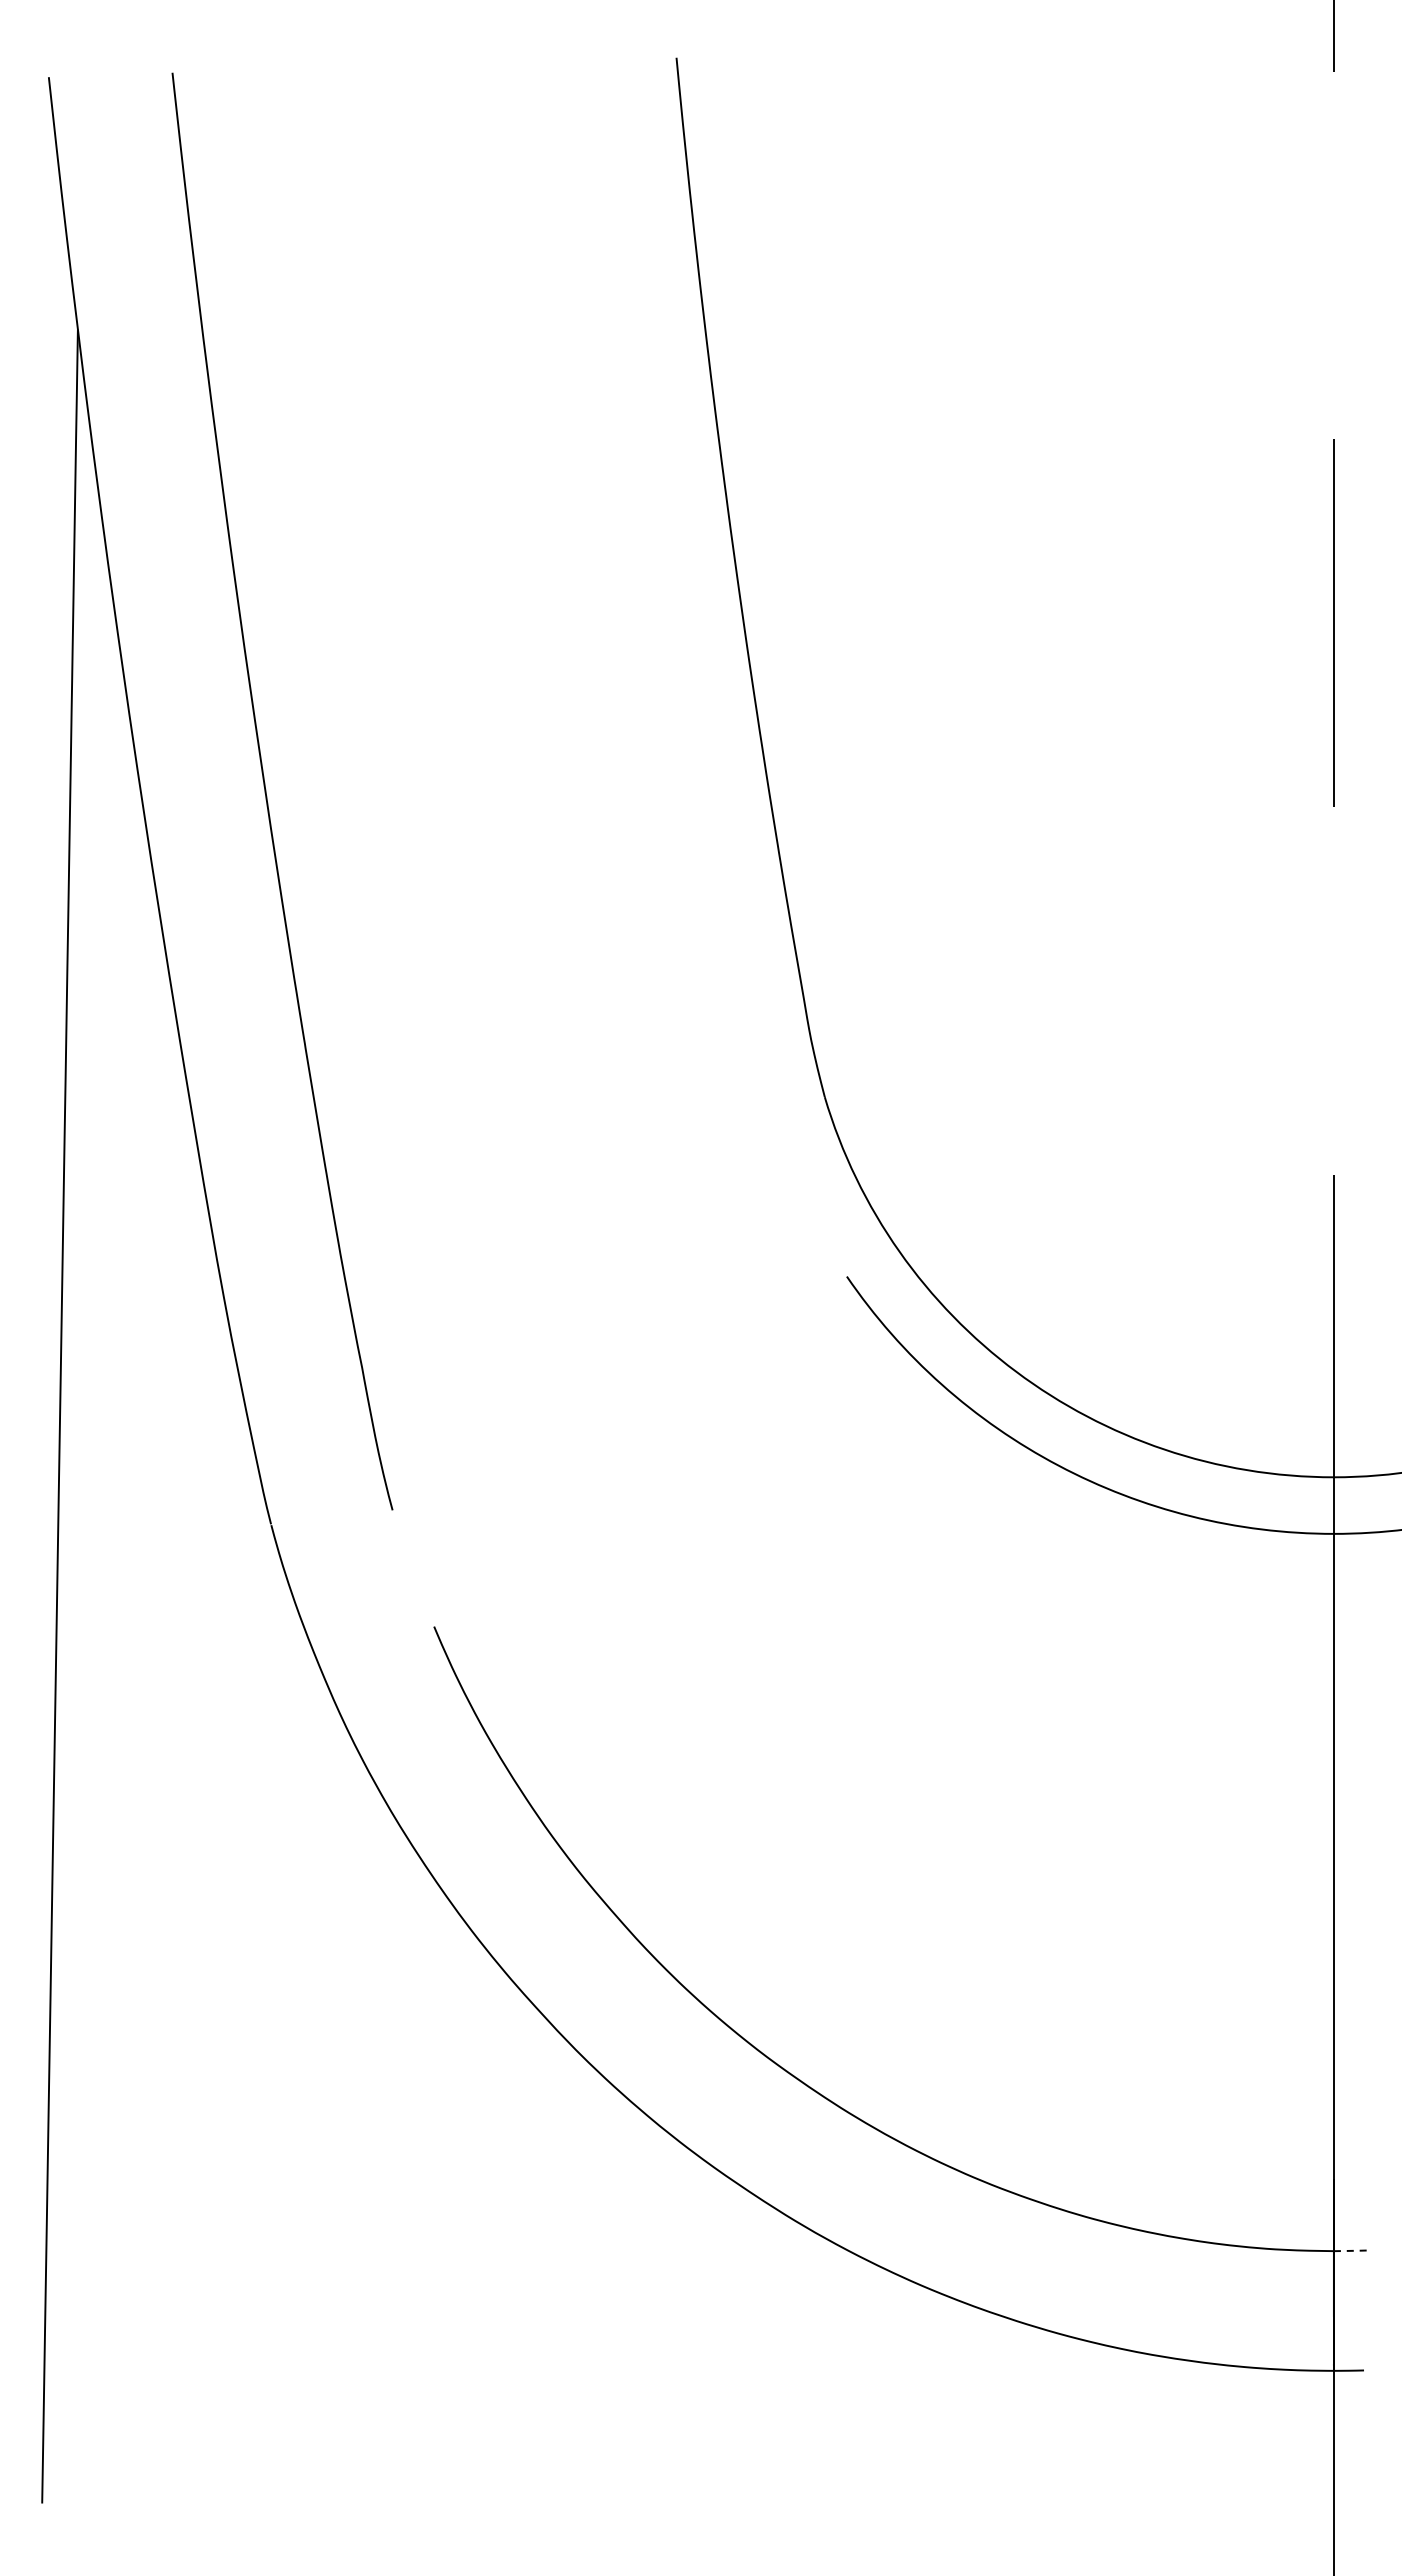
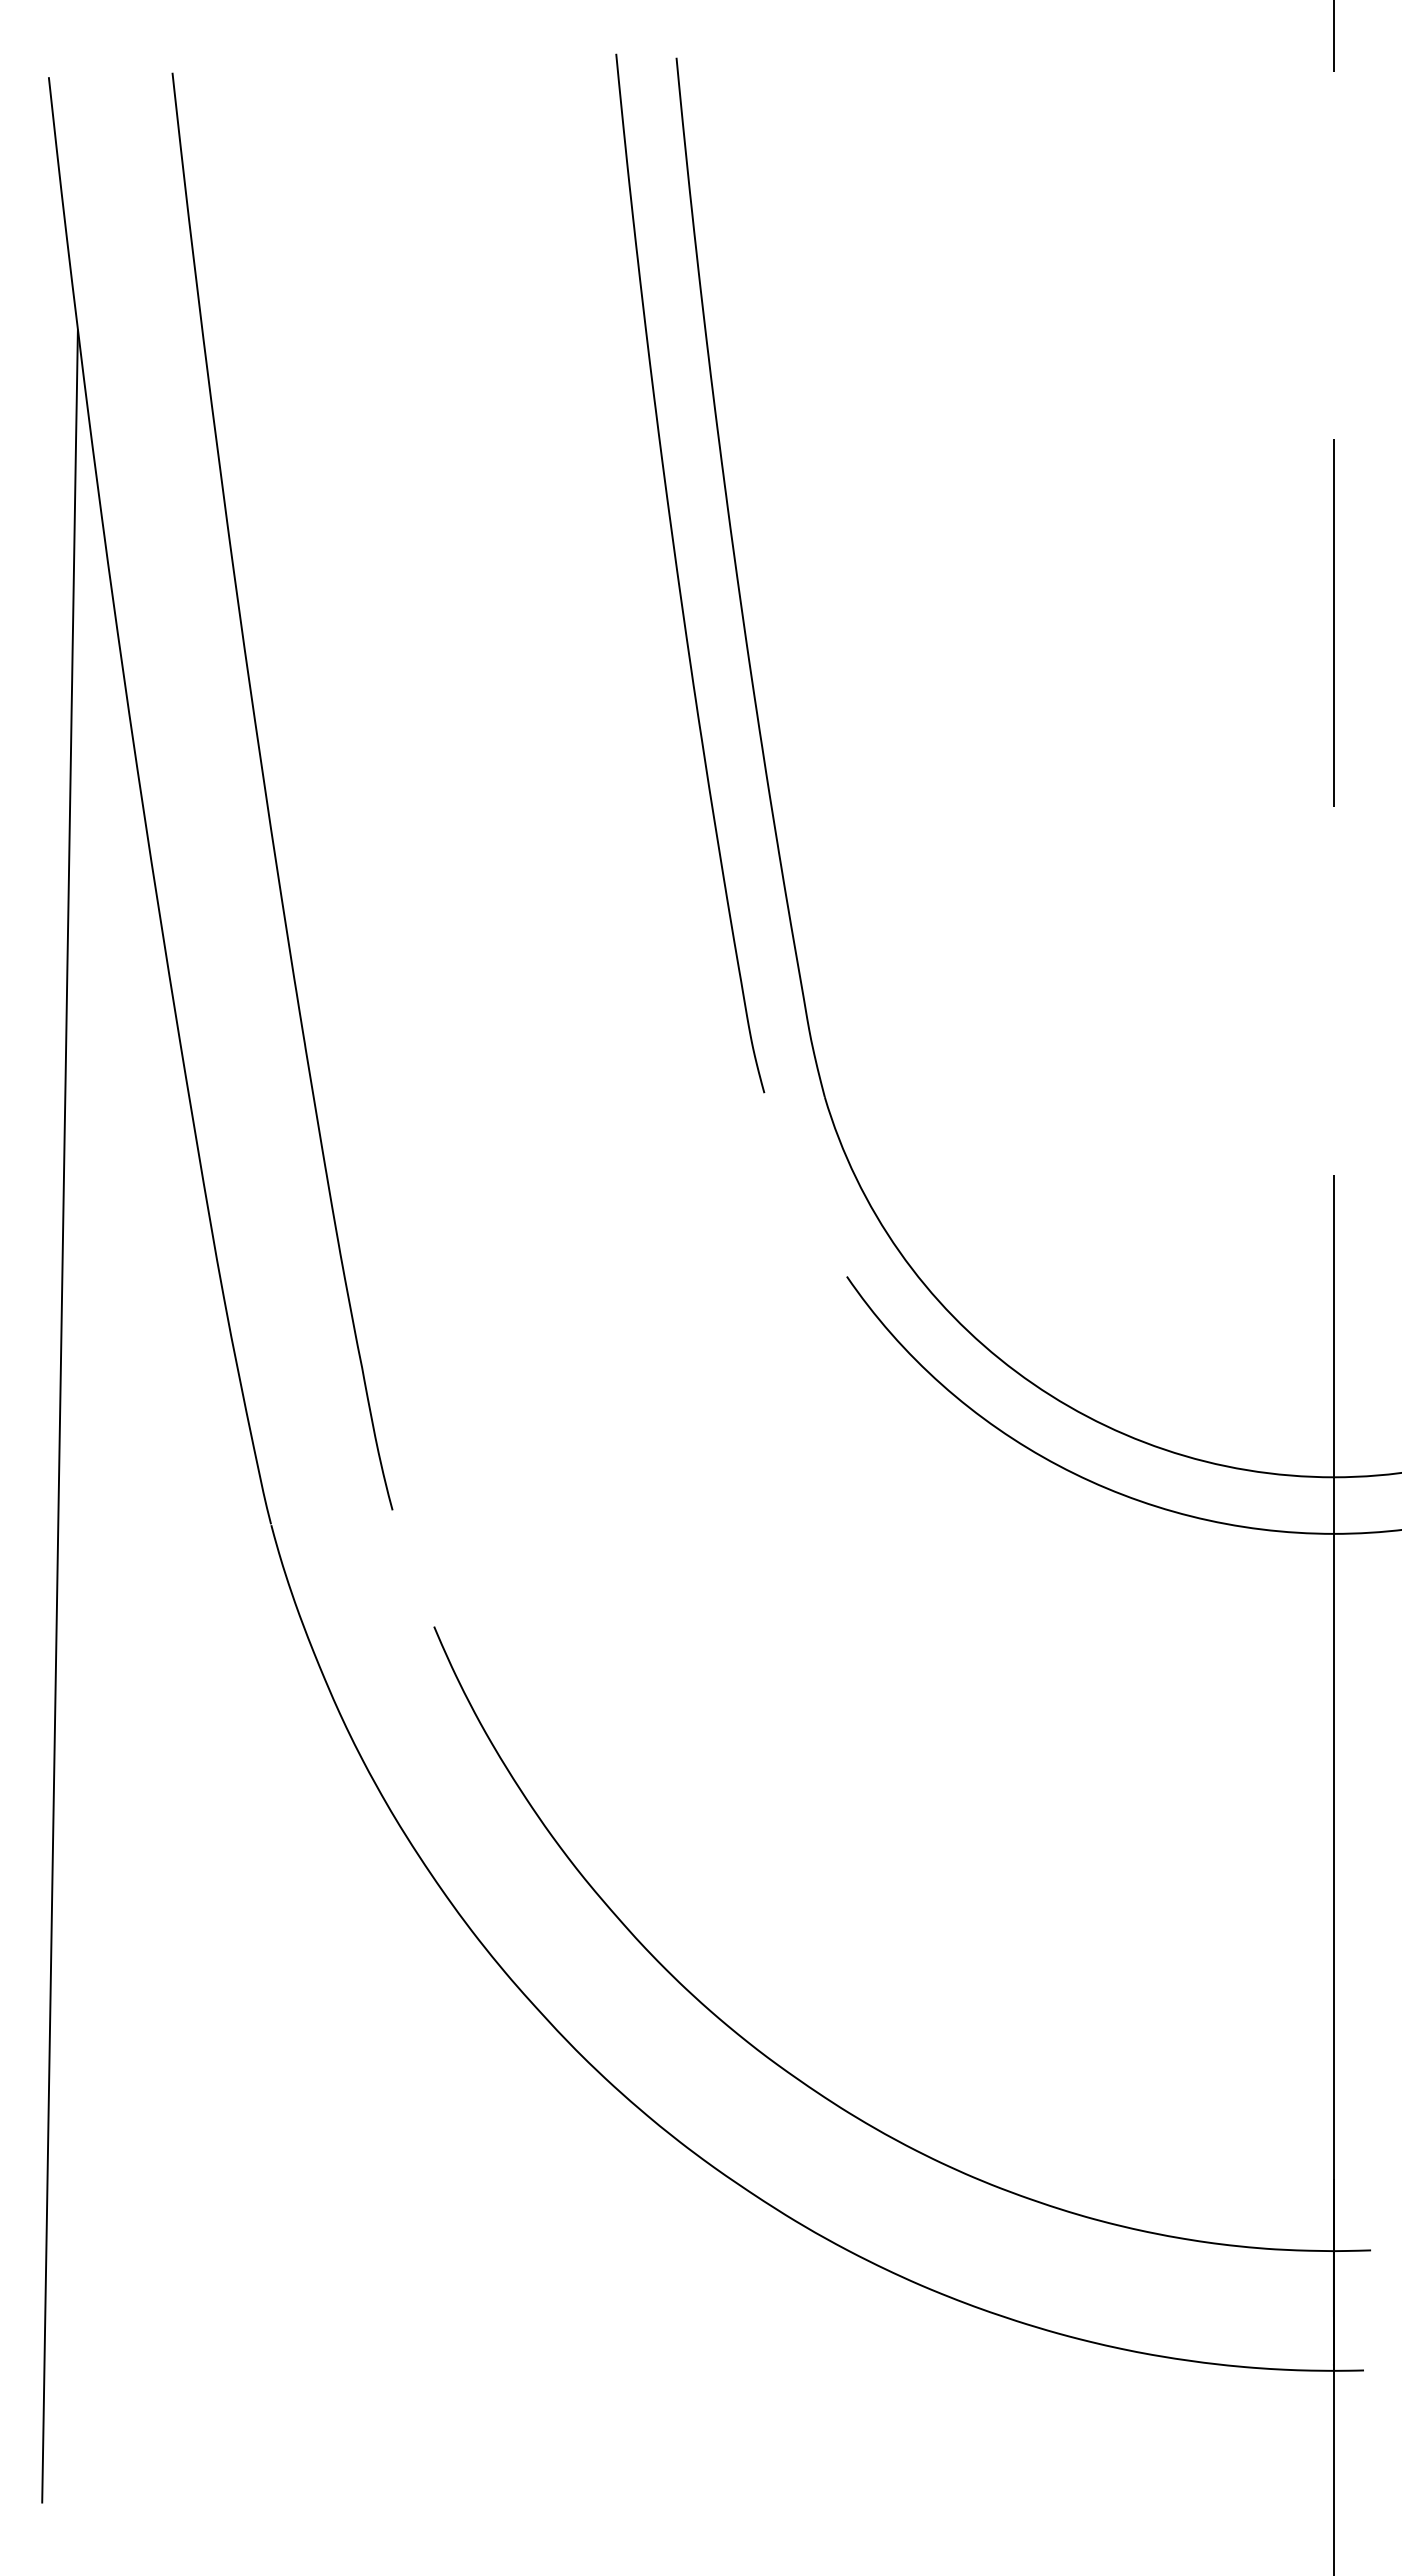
curve at (678, 573): none -> present
line at (1353, 2250): dashed -> solid
